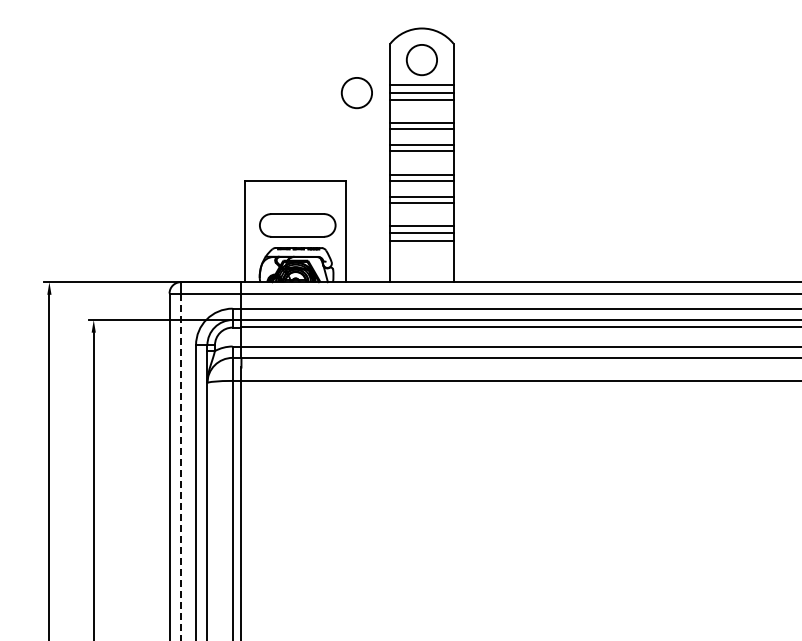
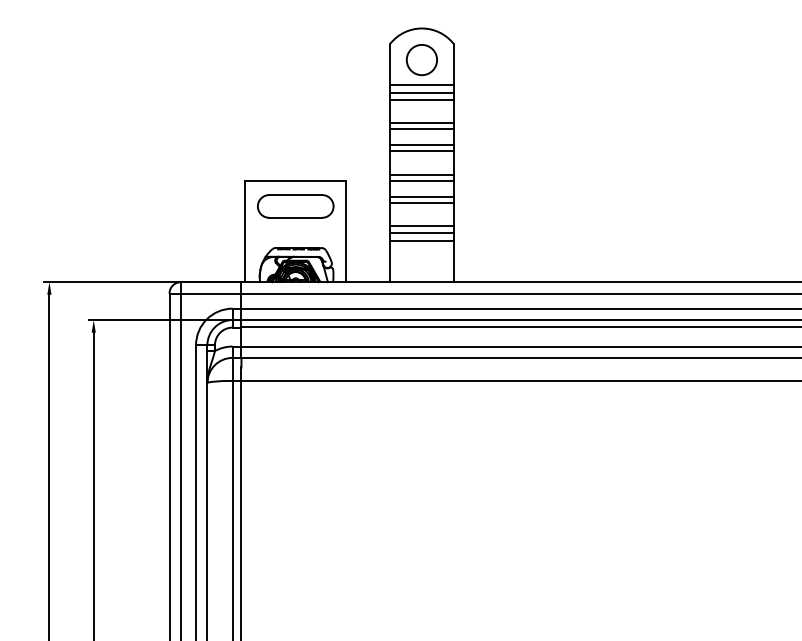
circle at (356, 93): present -> none
part at (297, 225) position: (297, 225) -> (295, 206)
line at (180, 467): dashed -> solid
